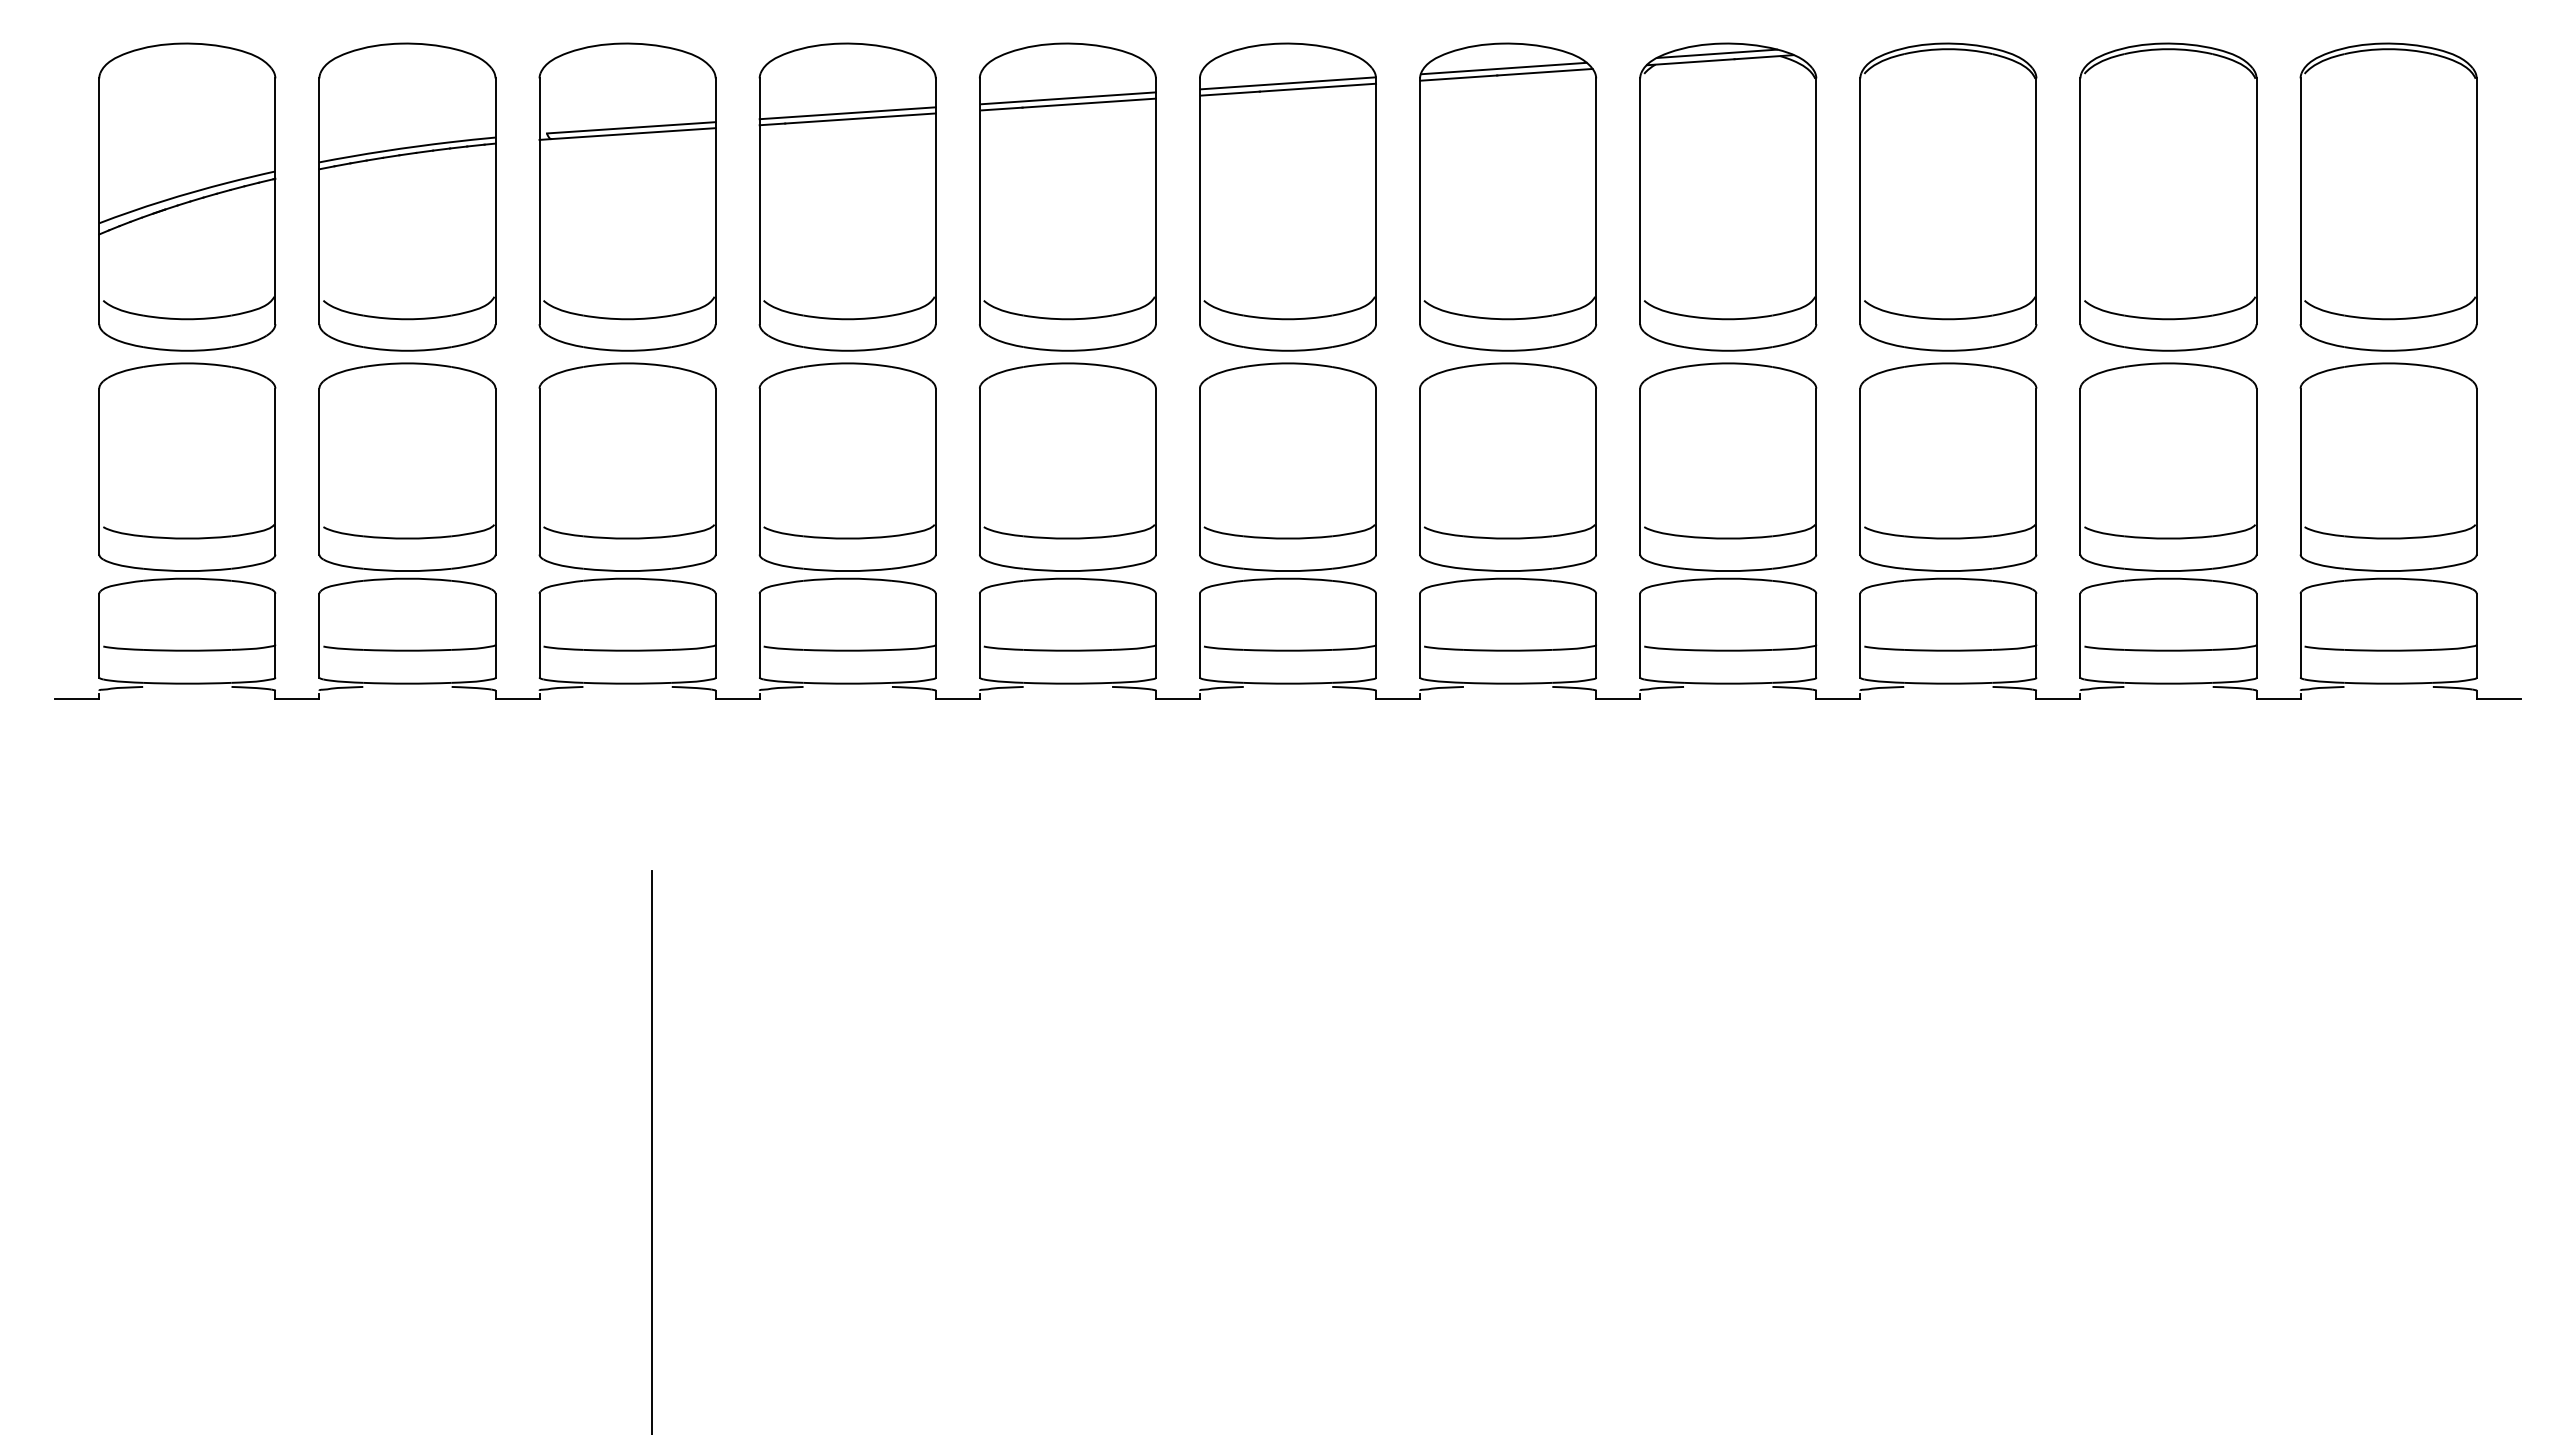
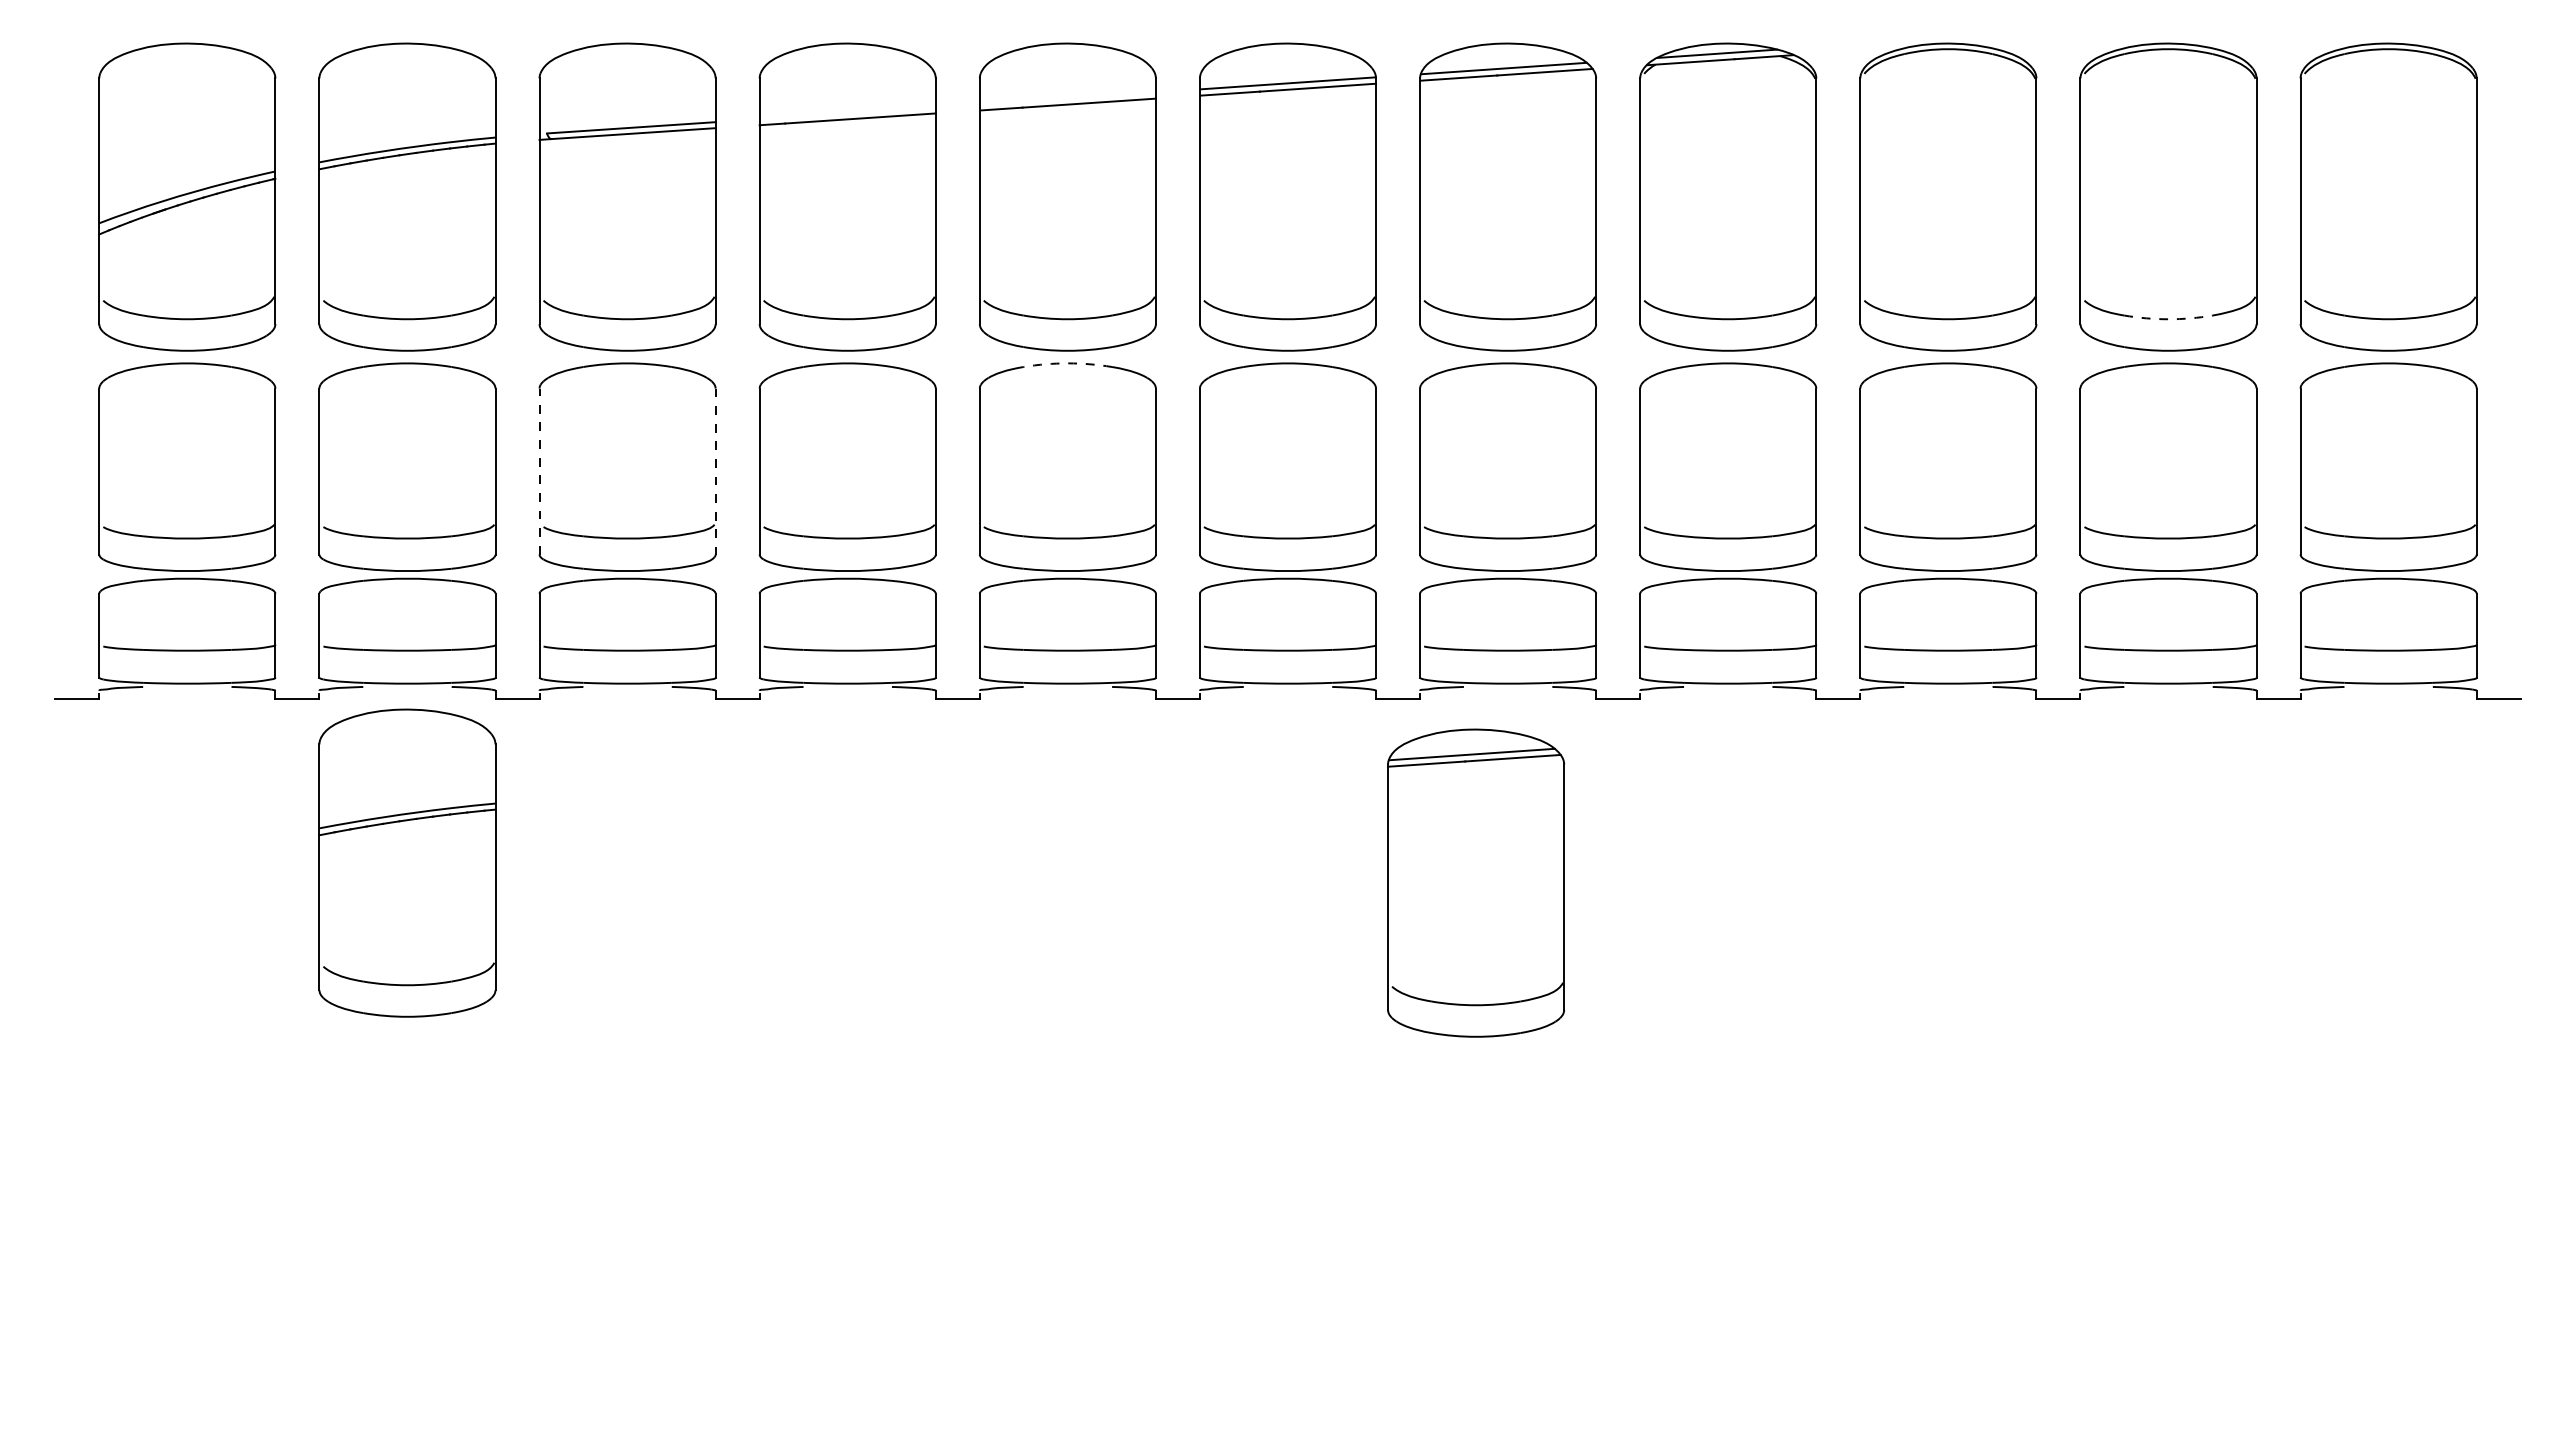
line at (1068, 98): present -> none
line at (847, 113): present -> none
arc at (2168, 319): solid -> dashed
arc at (1067, 363): solid -> dashed
line at (539, 471): solid -> dashed
line at (715, 471): solid -> dashed
part at (407, 862): none -> present
part at (1475, 882): none -> present
line at (652, 1150): present -> none
